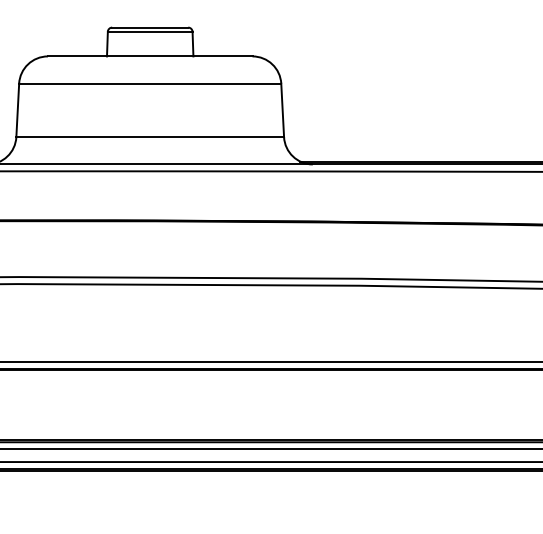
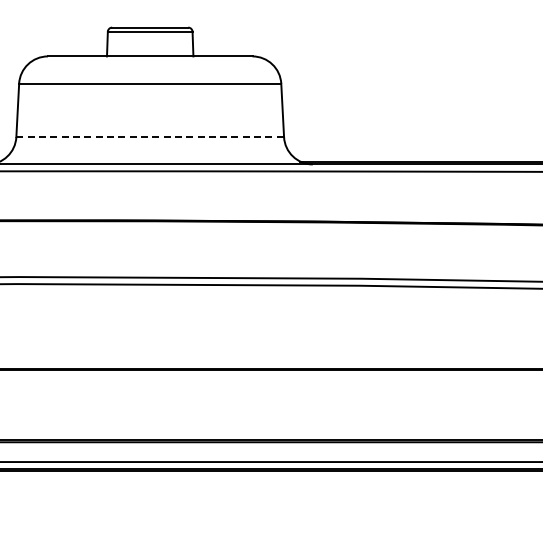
line at (150, 137): solid -> dashed
line at (270, 361): present -> none
line at (270, 449): present -> none
